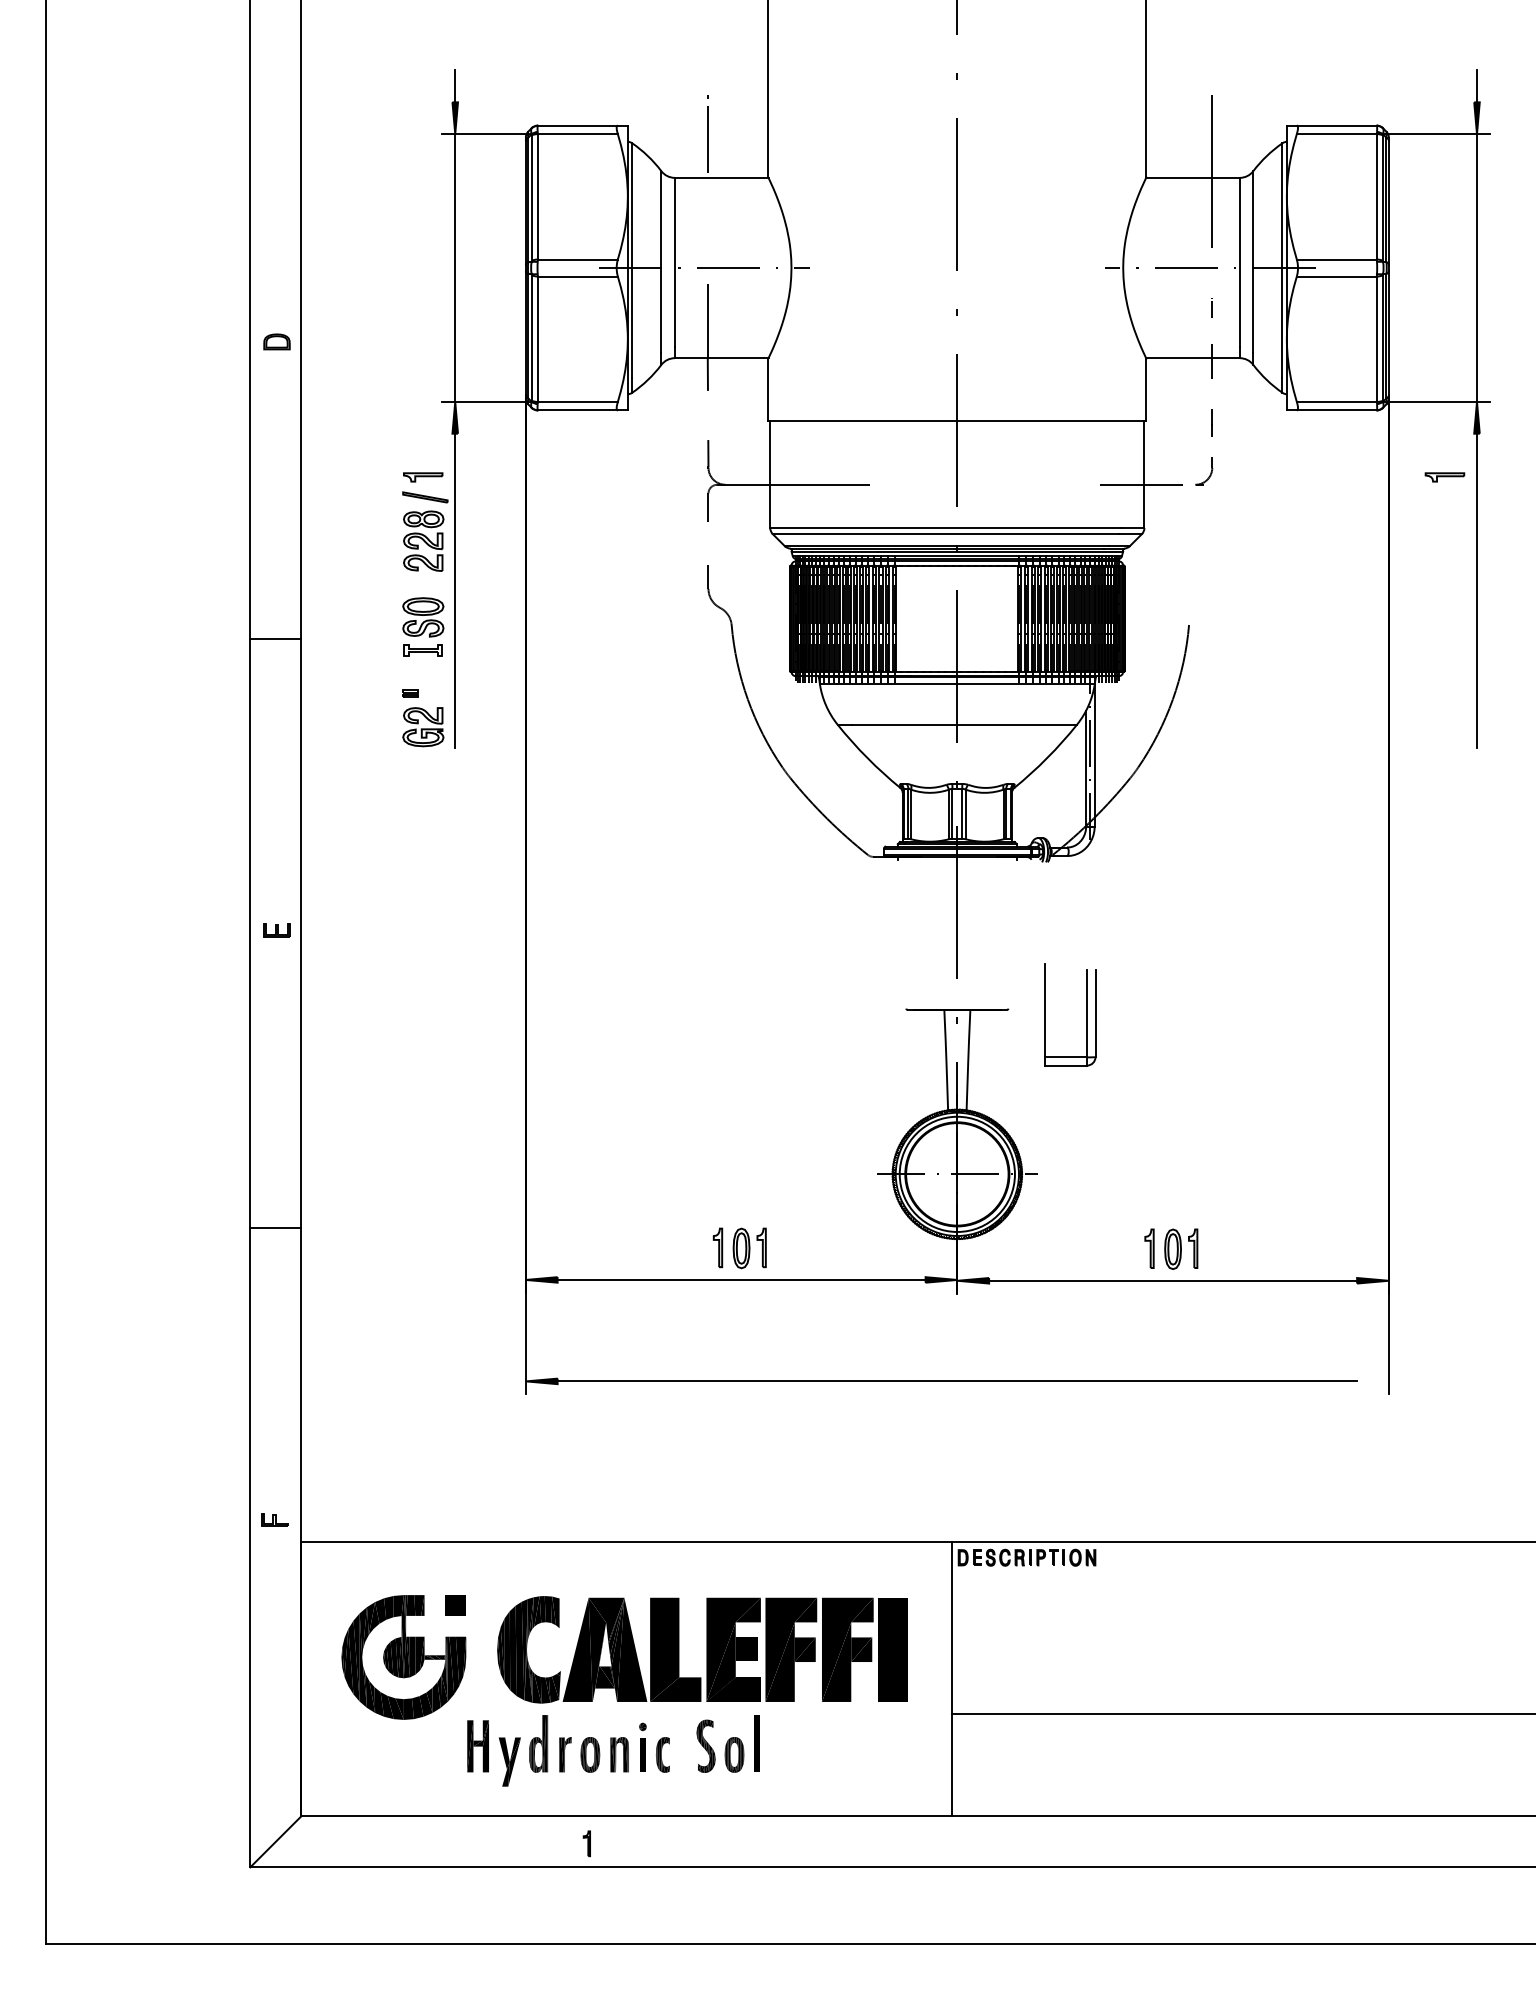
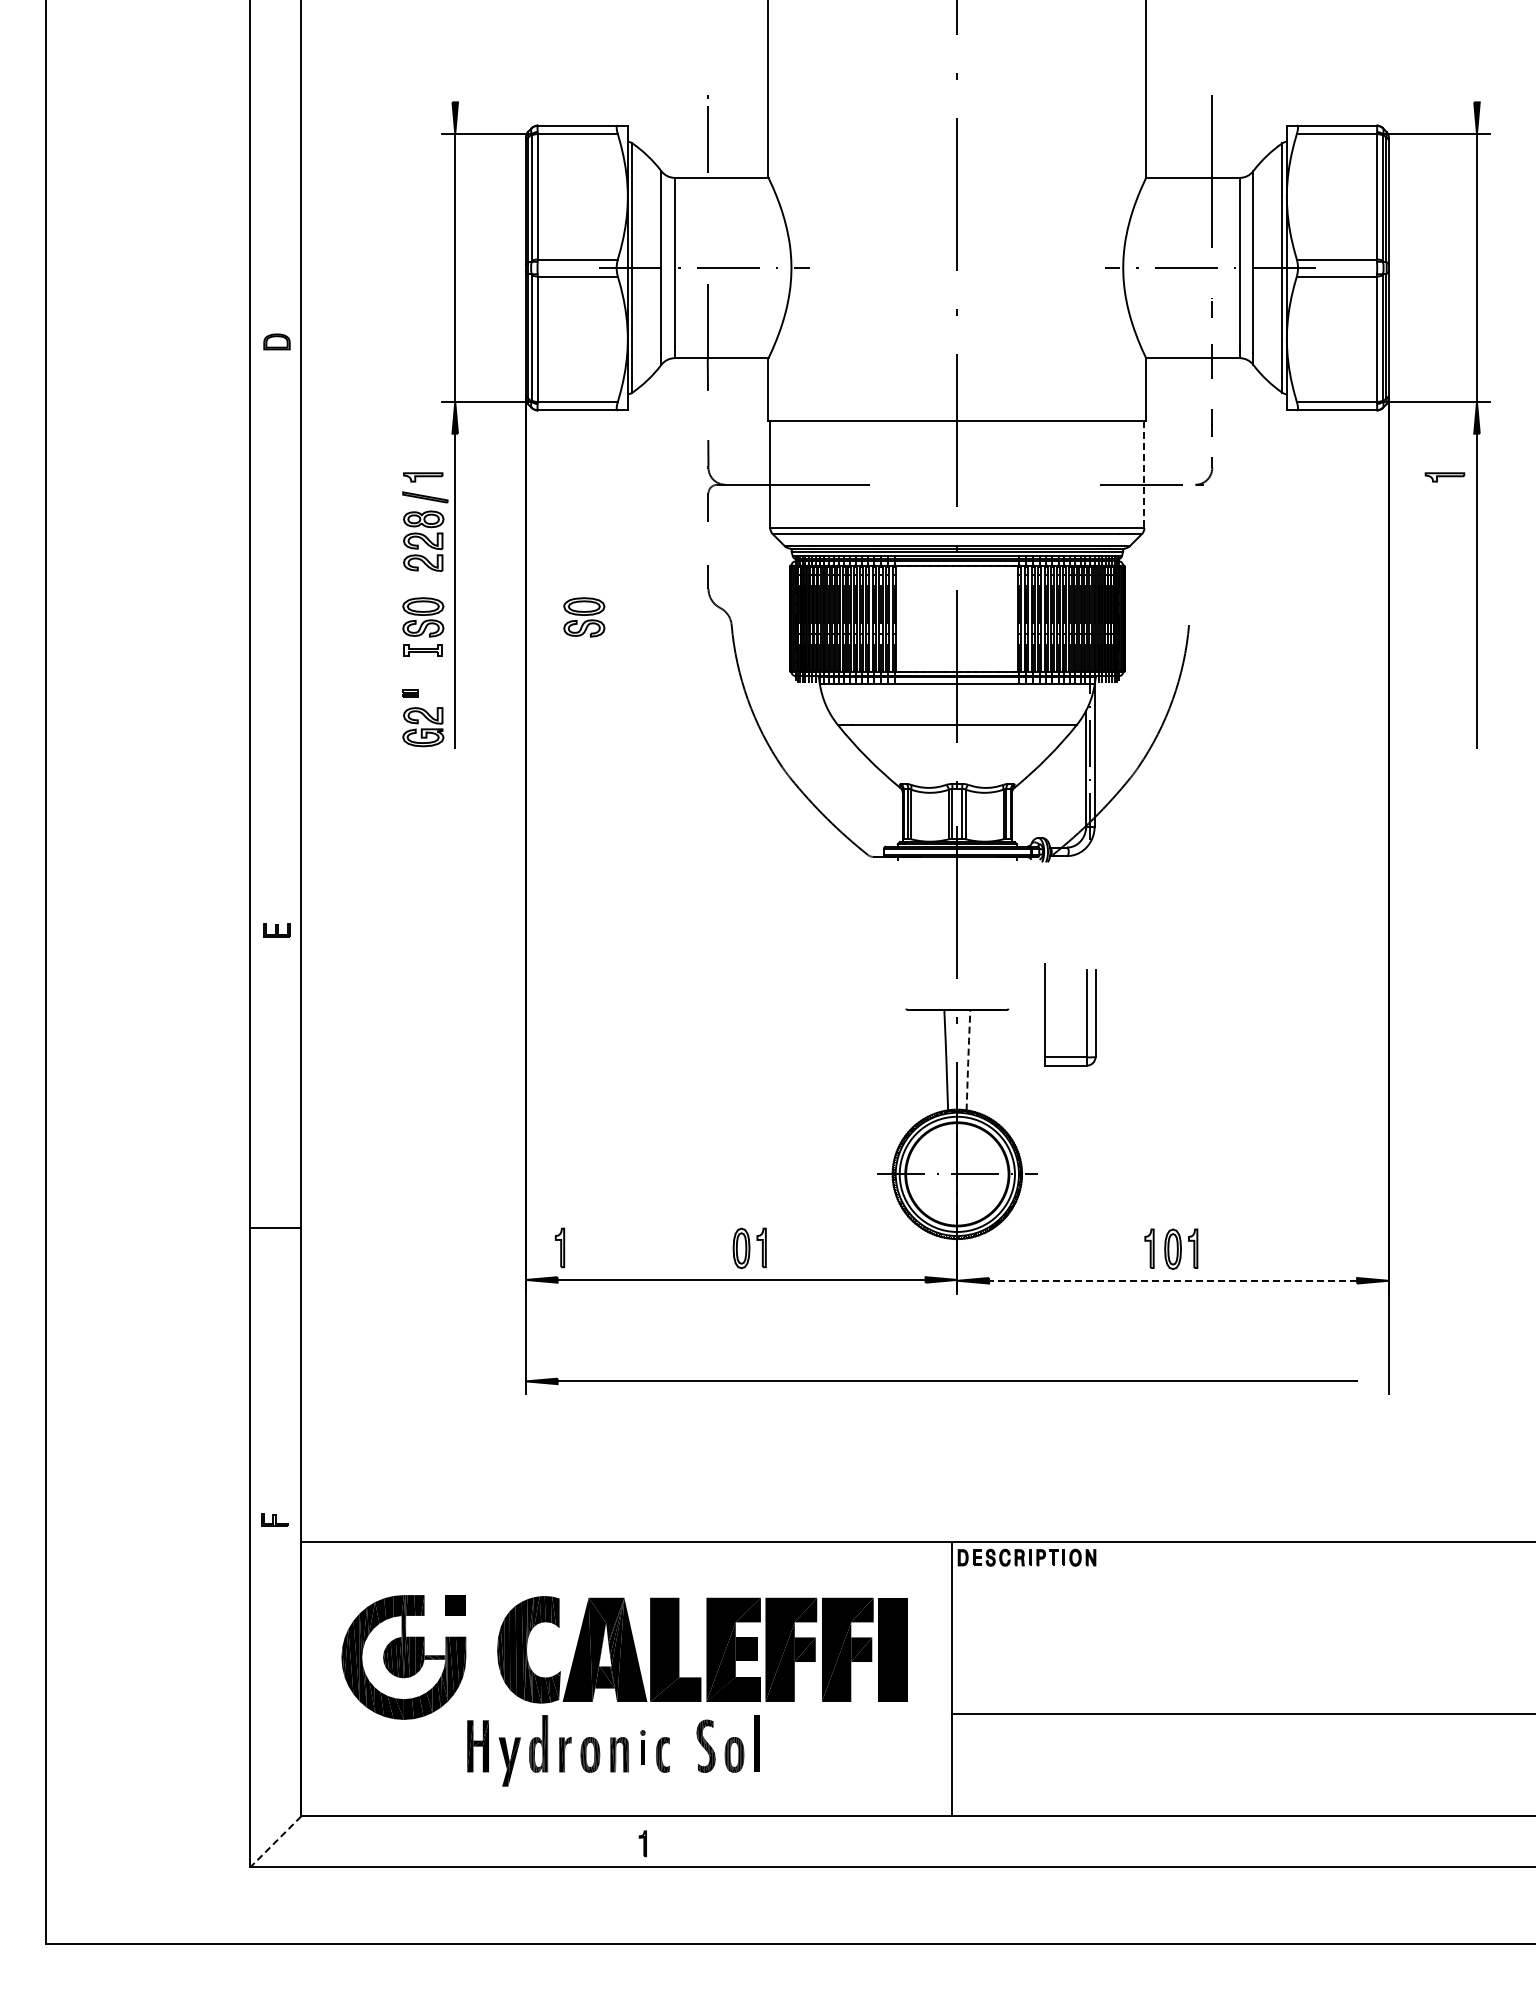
line at (455, 86): present -> none
line at (1476, 86): present -> none
line at (1144, 474): solid -> dashed
part at (584, 617): none -> present
line at (275, 638): present -> none
line at (968, 1059): solid -> dashed
part at (717, 1247) position: (717, 1247) -> (559, 1247)
line at (1173, 1280): solid -> dashed
part at (642, 1746) size: 8x50 px -> 6x35 px
line at (275, 1842): solid -> dashed
part at (586, 1843) position: (586, 1843) -> (642, 1843)
